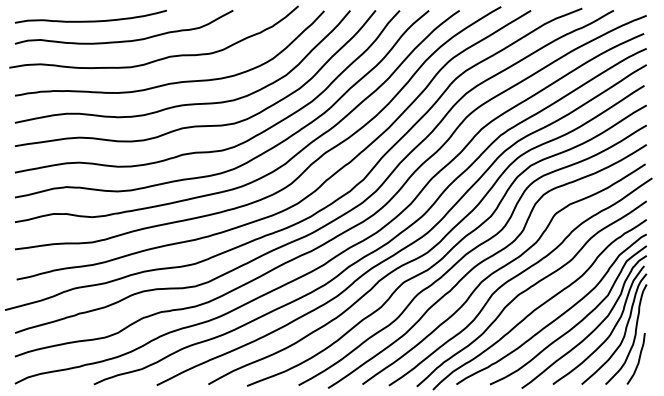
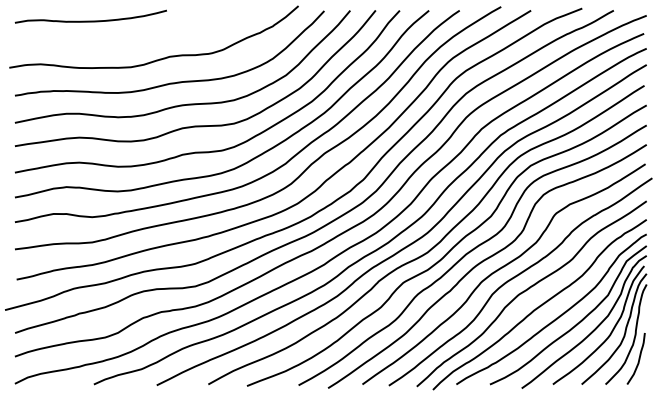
curve at (123, 40): present -> none
